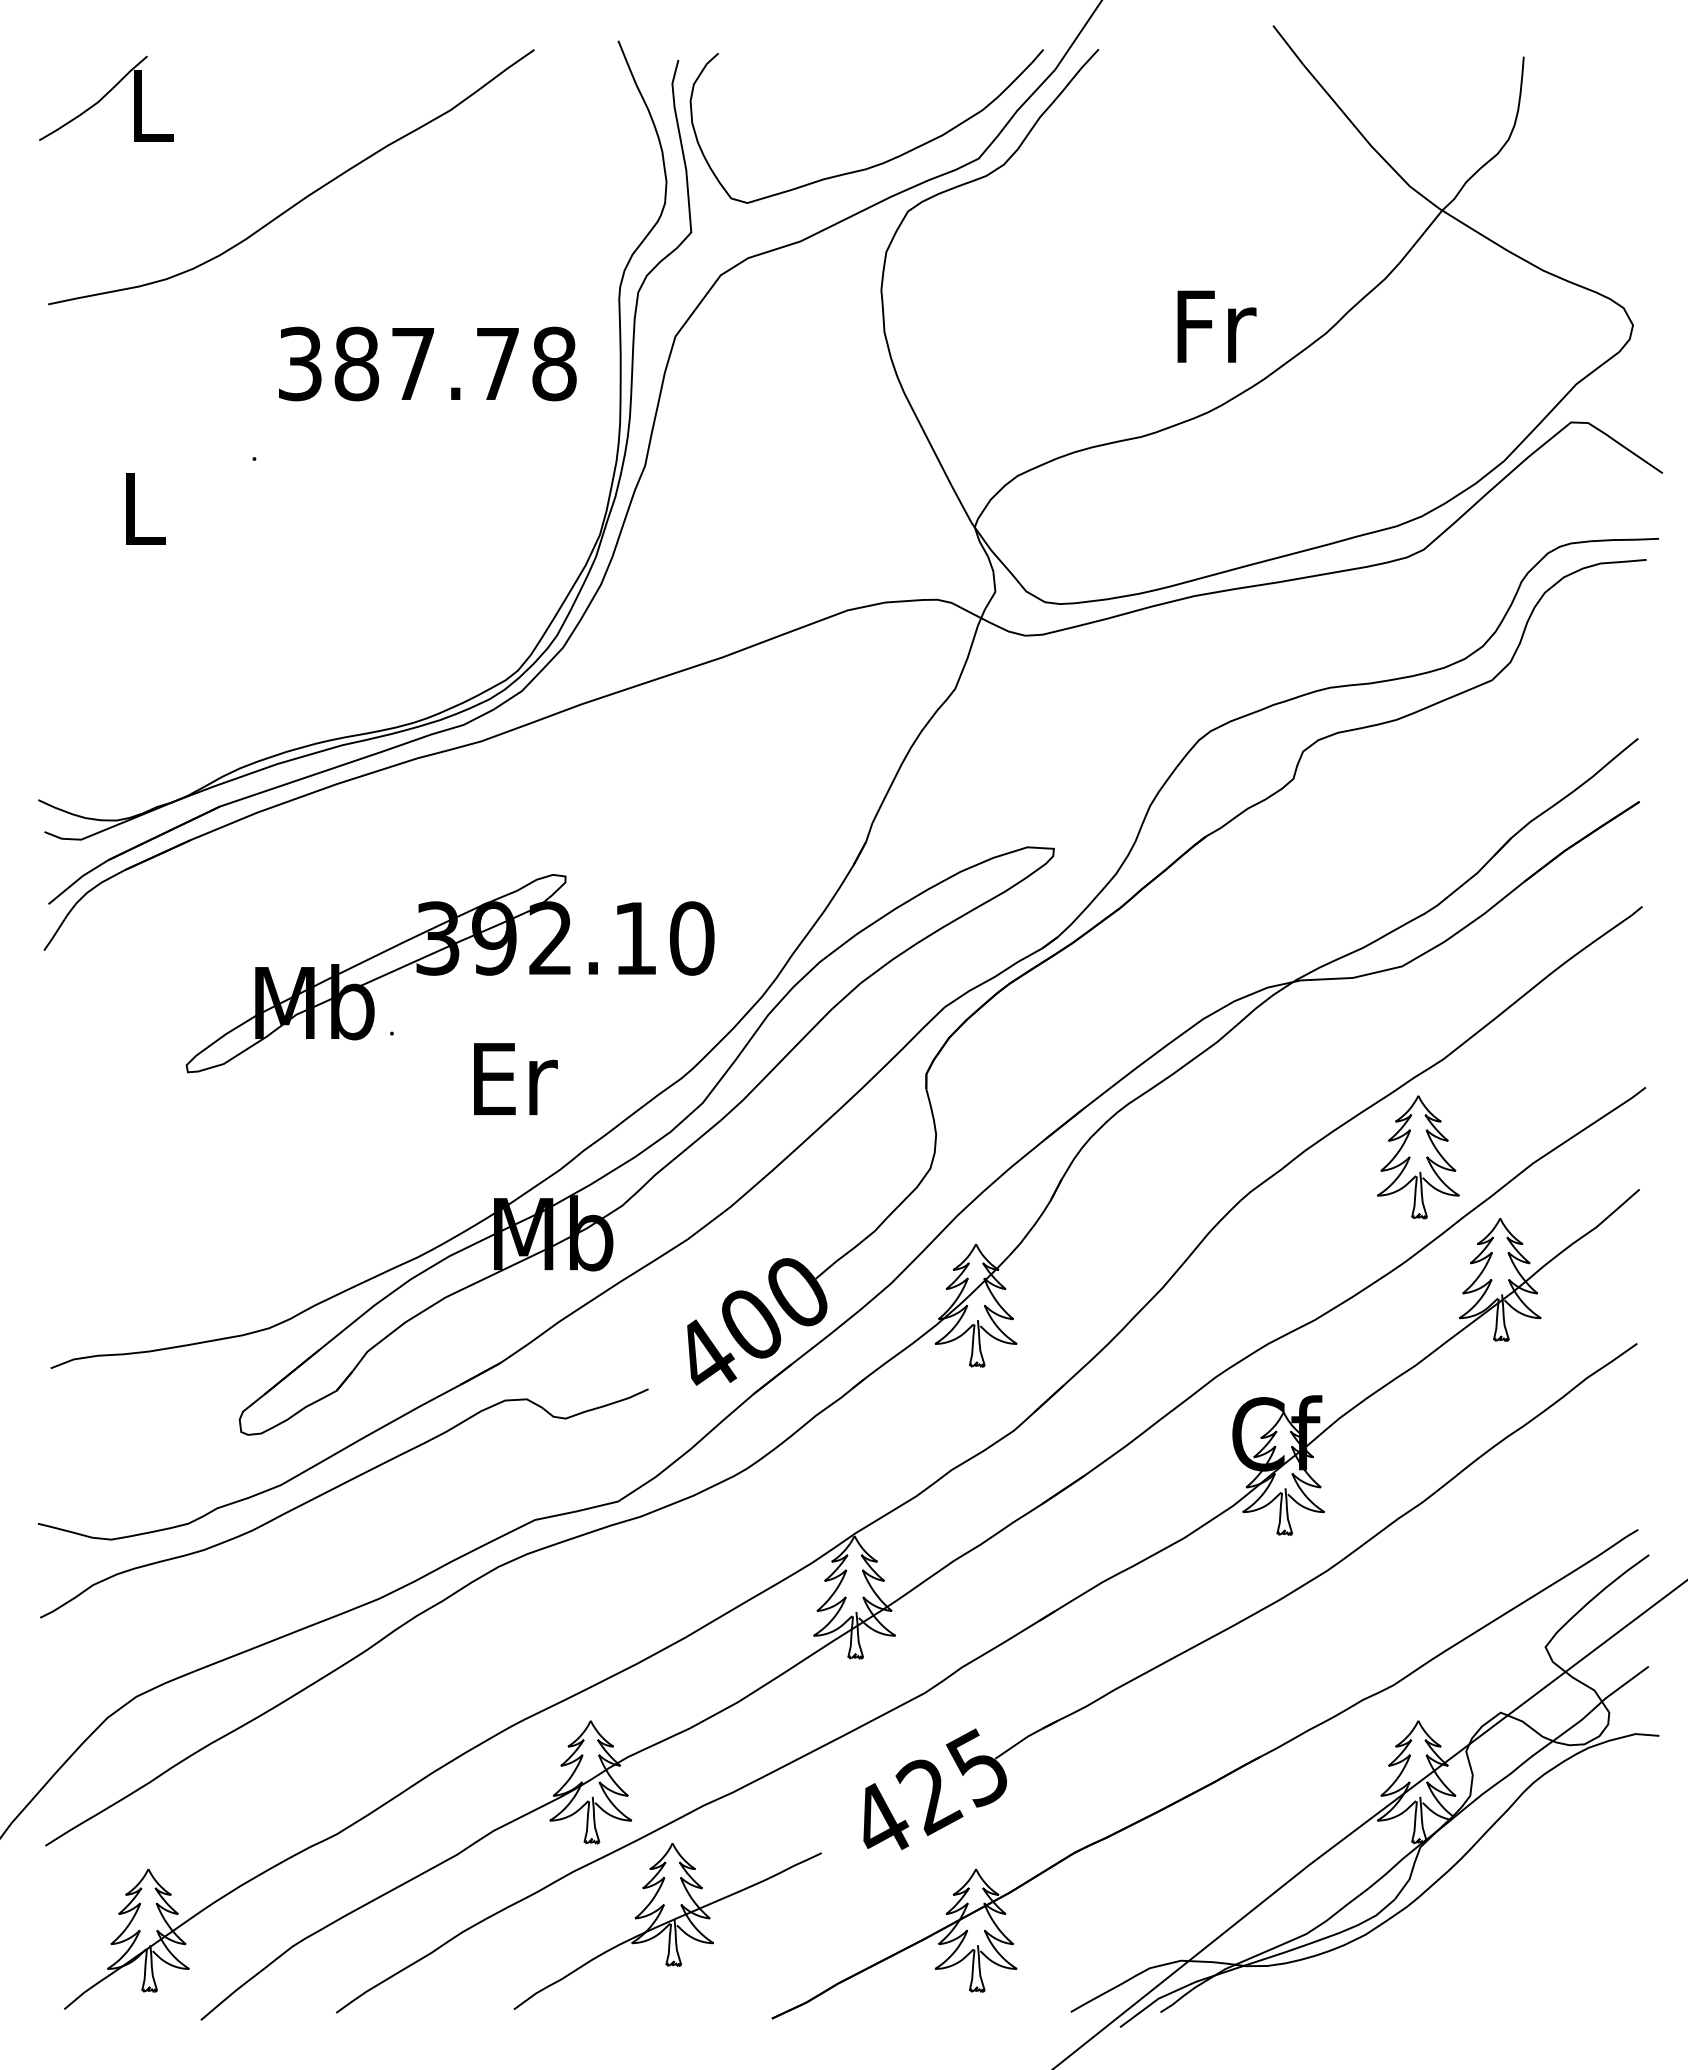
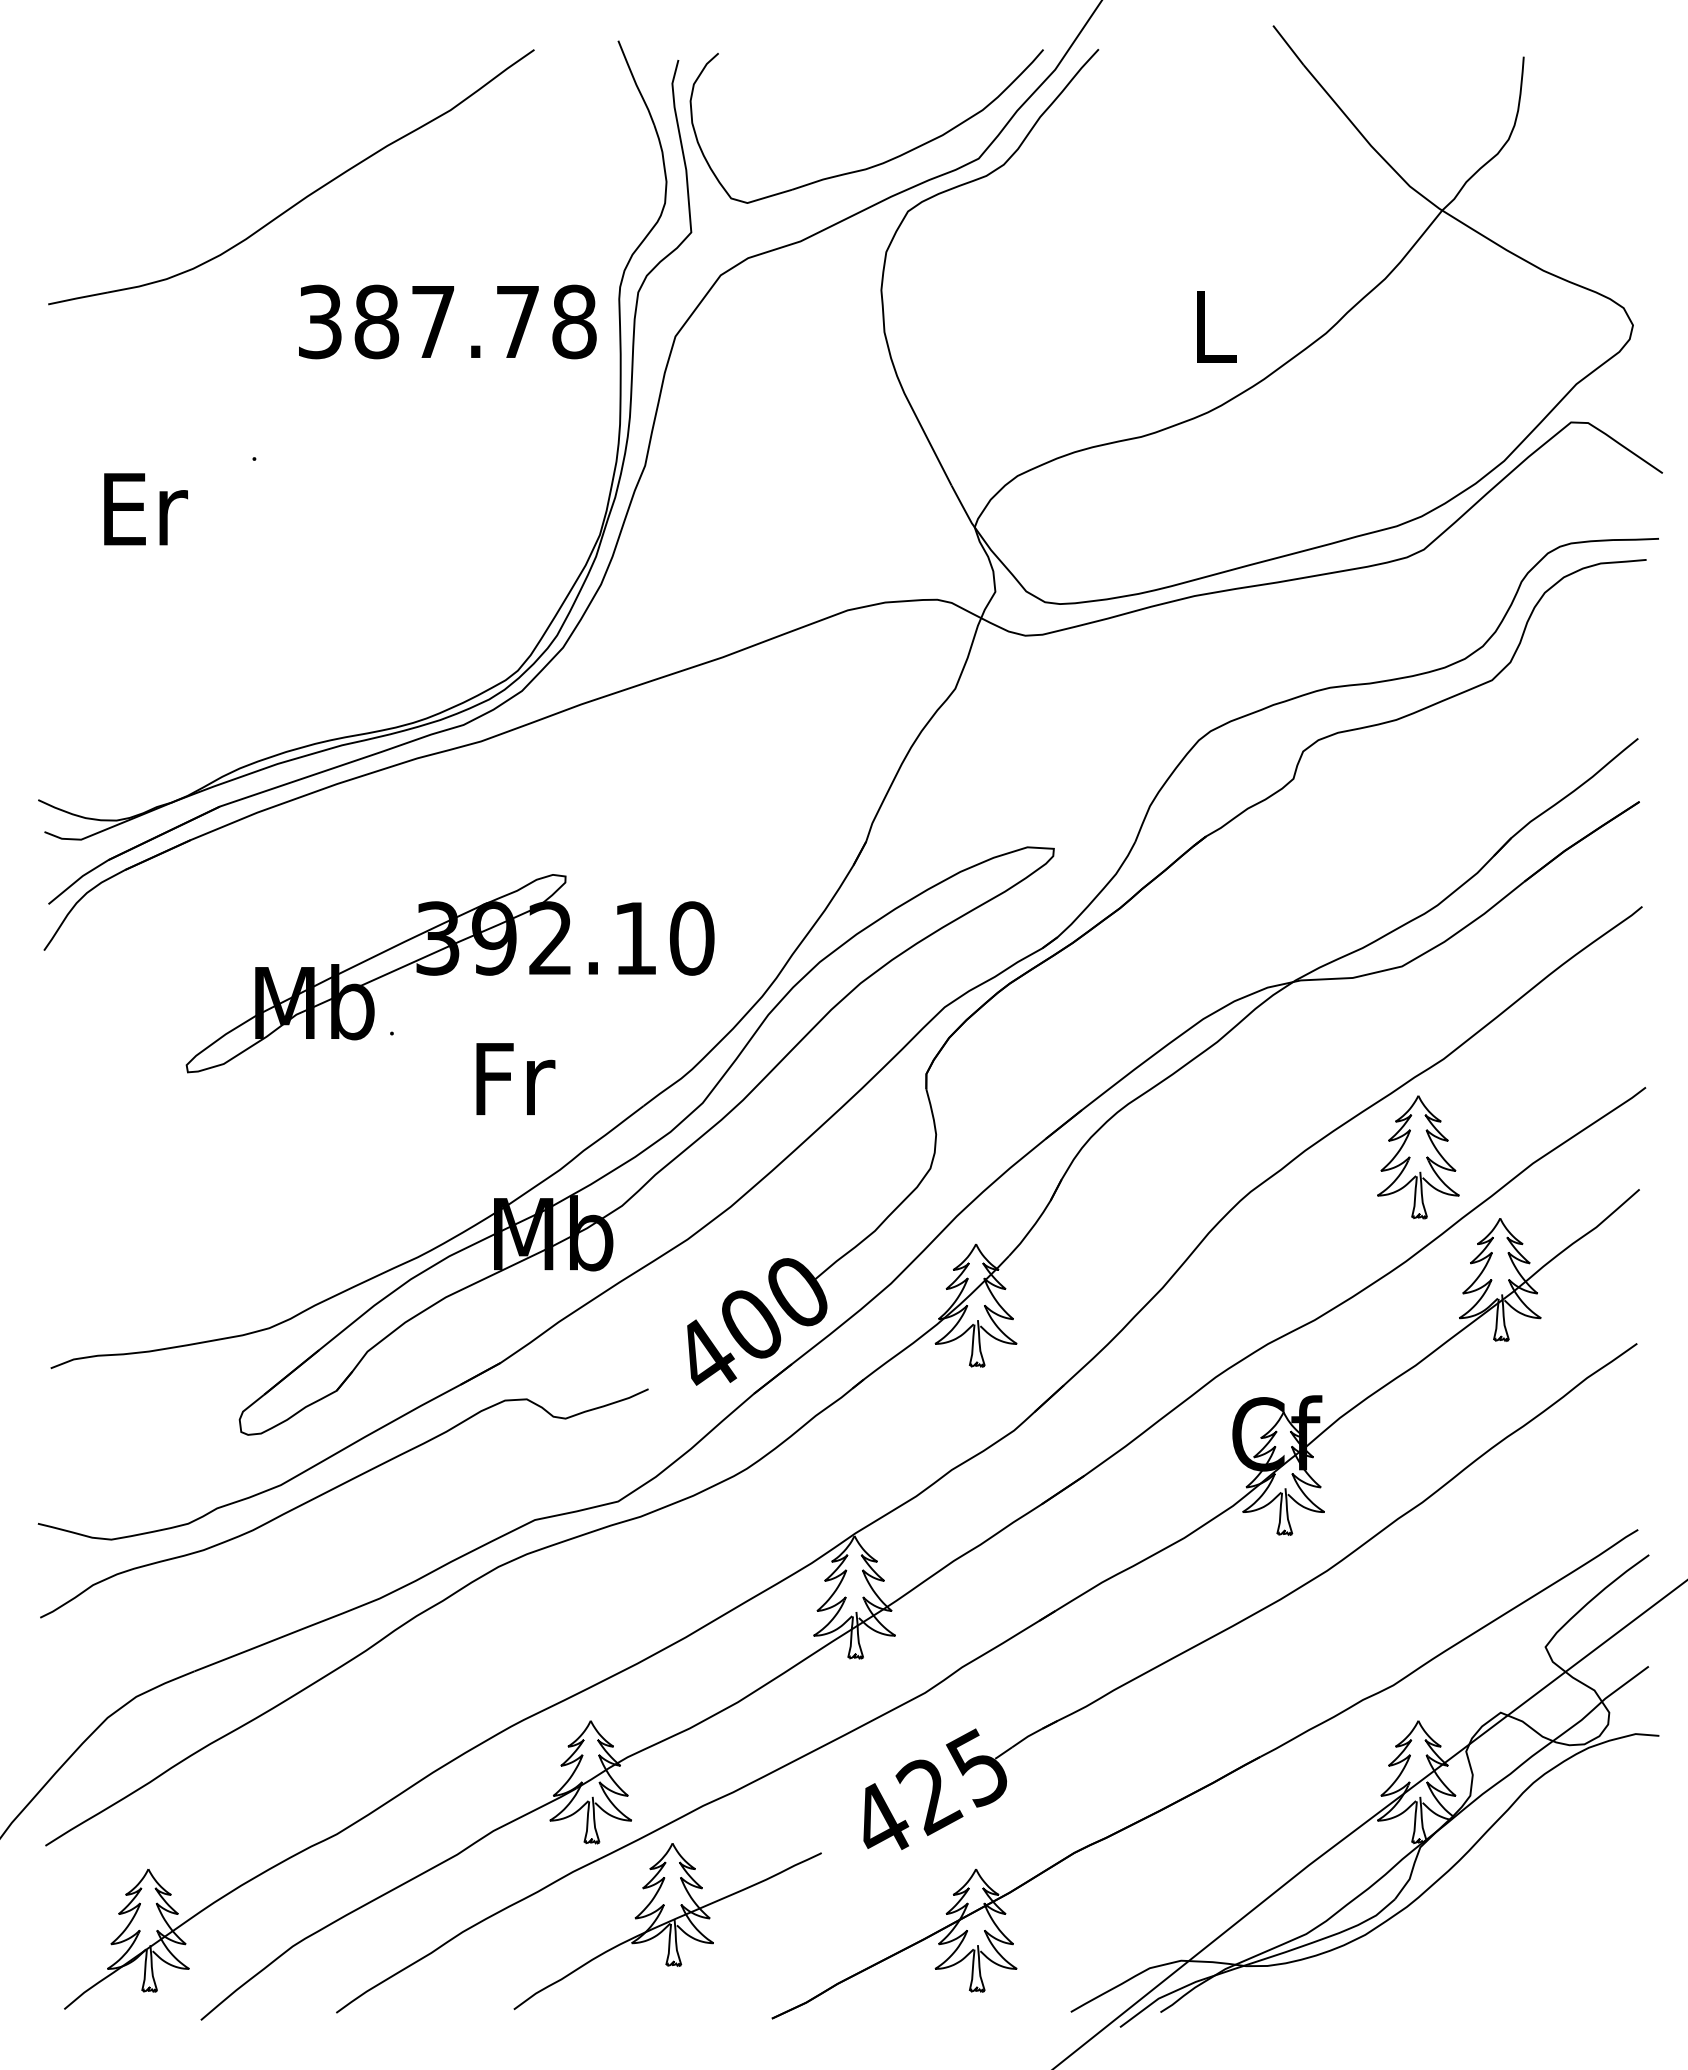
part at (106, 98): present -> none
text at (1216, 326): Fr -> L
text at (427, 363) position: (427, 363) -> (447, 321)
text at (146, 509): L -> Er
text at (515, 1079): Er -> Fr
